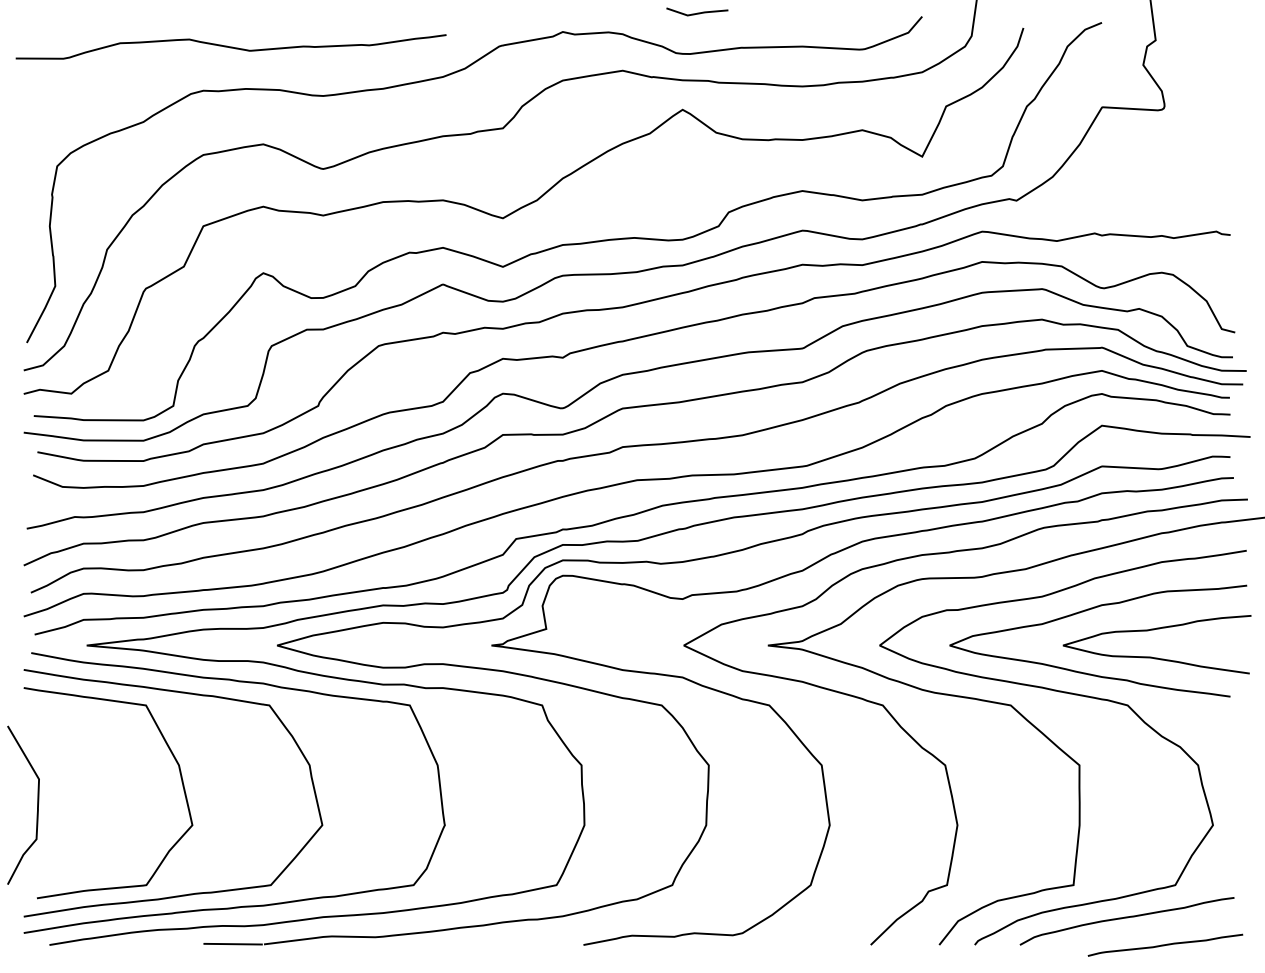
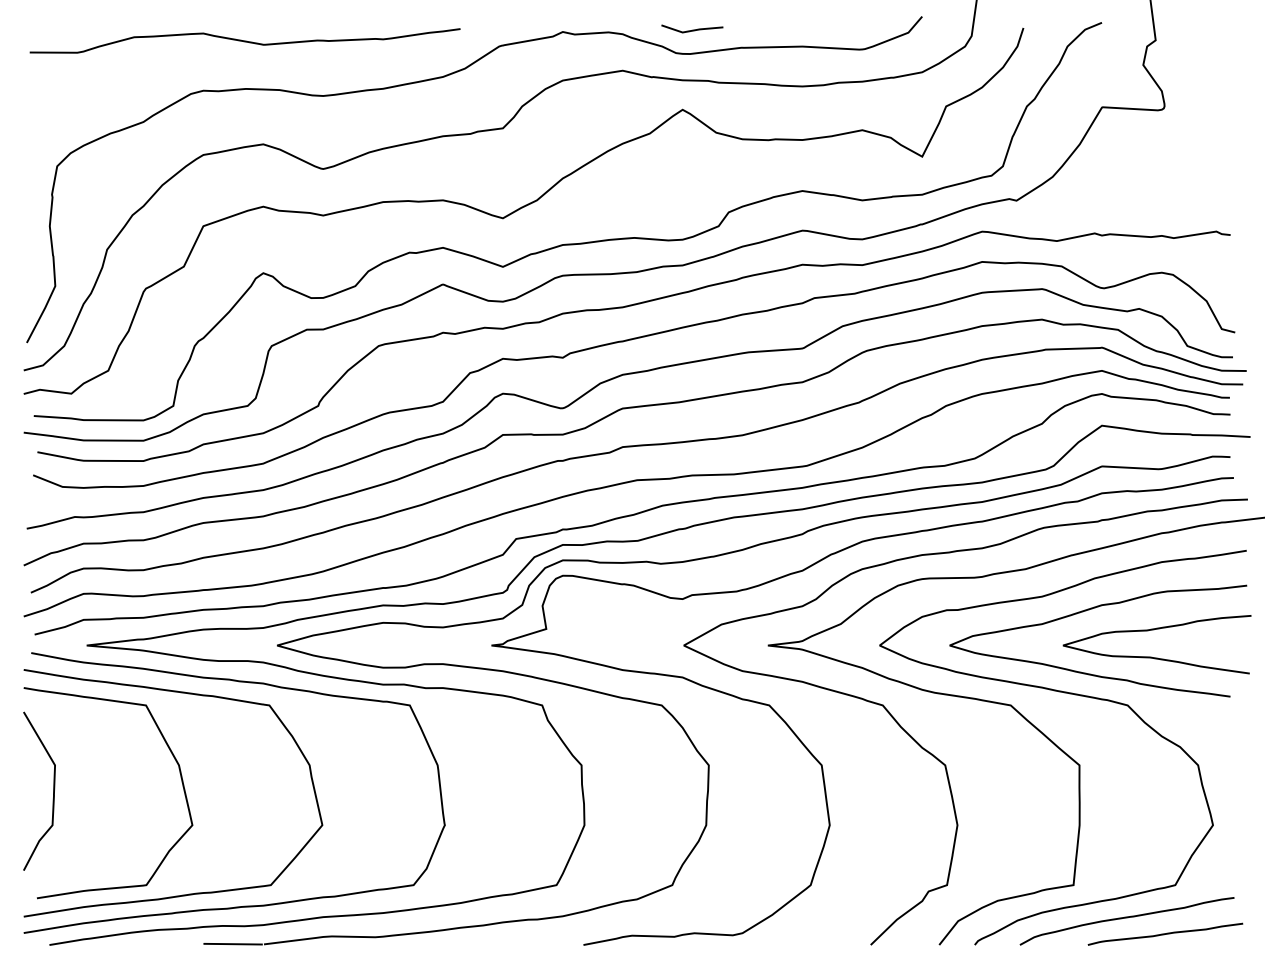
line at (697, 12) position: (697, 12) -> (692, 29)
curve at (230, 46) position: (230, 46) -> (244, 40)
curve at (37, 804) position: (37, 804) -> (53, 790)
curve at (1165, 944) position: (1165, 944) -> (1165, 933)
